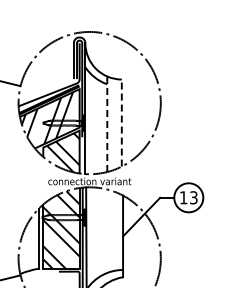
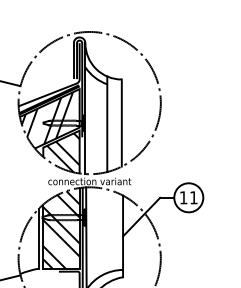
line at (121, 123): dashed -> solid
line at (107, 124): dashed -> solid
text at (193, 197): 13 -> 11
